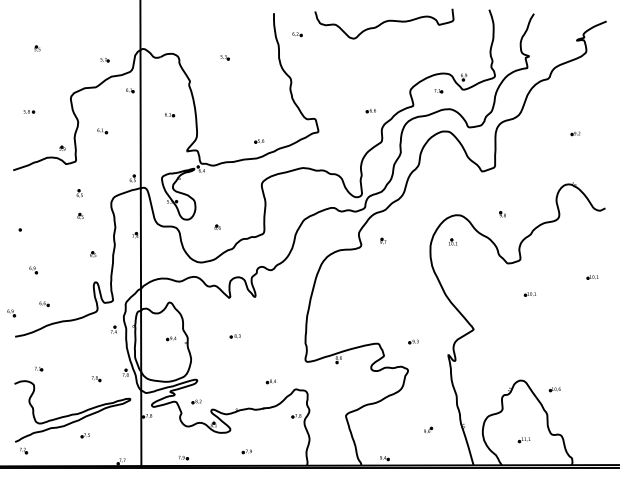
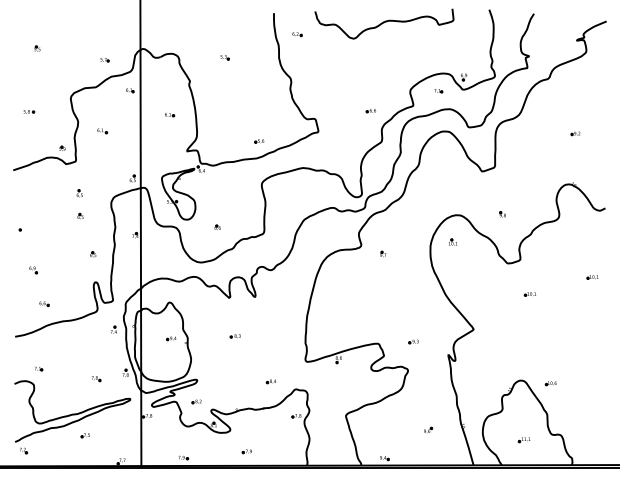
part at (383, 240) position: (383, 240) -> (383, 253)
part at (11, 313): present -> none
part at (554, 389) position: (554, 389) -> (550, 383)
